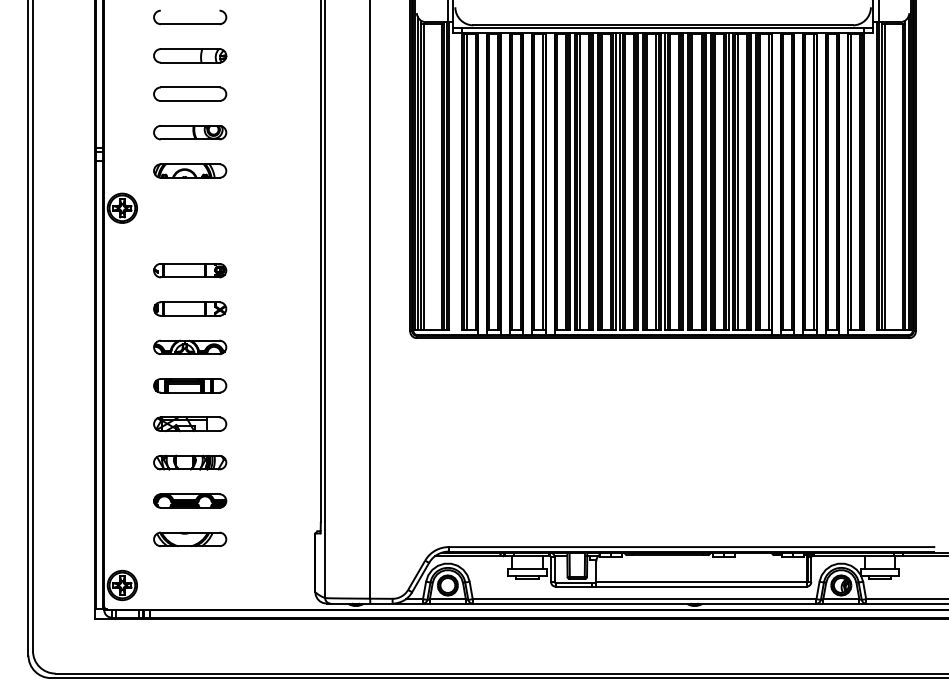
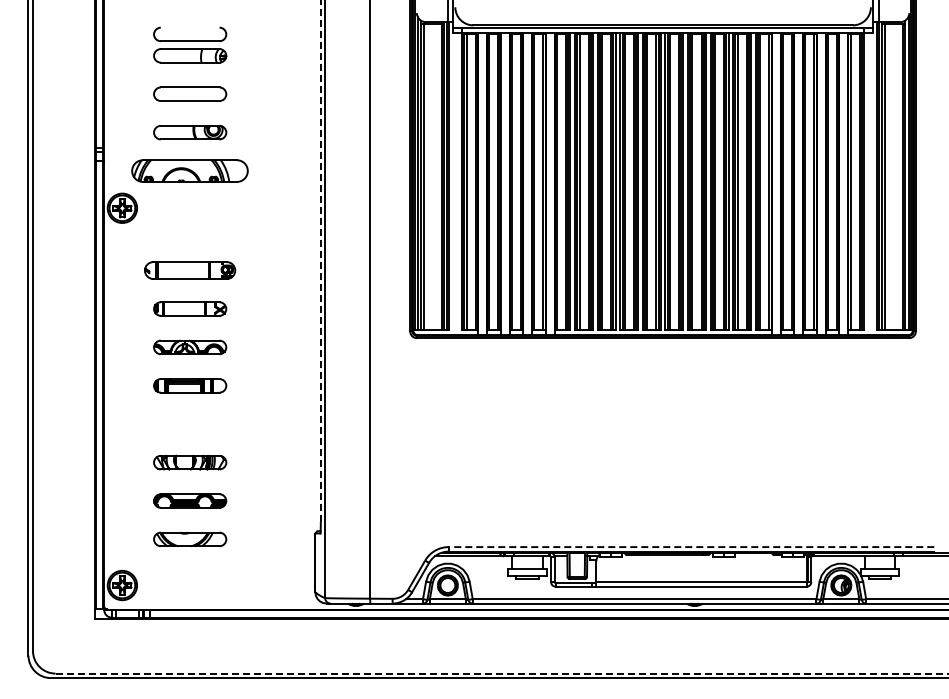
part at (190, 17) position: (190, 17) -> (190, 34)
part at (190, 170) size: 75x16 px -> 118x24 px
line at (320, 261): solid -> dashed
part at (190, 270) size: 75x16 px -> 93x19 px
part at (190, 424): present -> none
line at (691, 547): solid -> dashed
line at (502, 673): solid -> dashed
